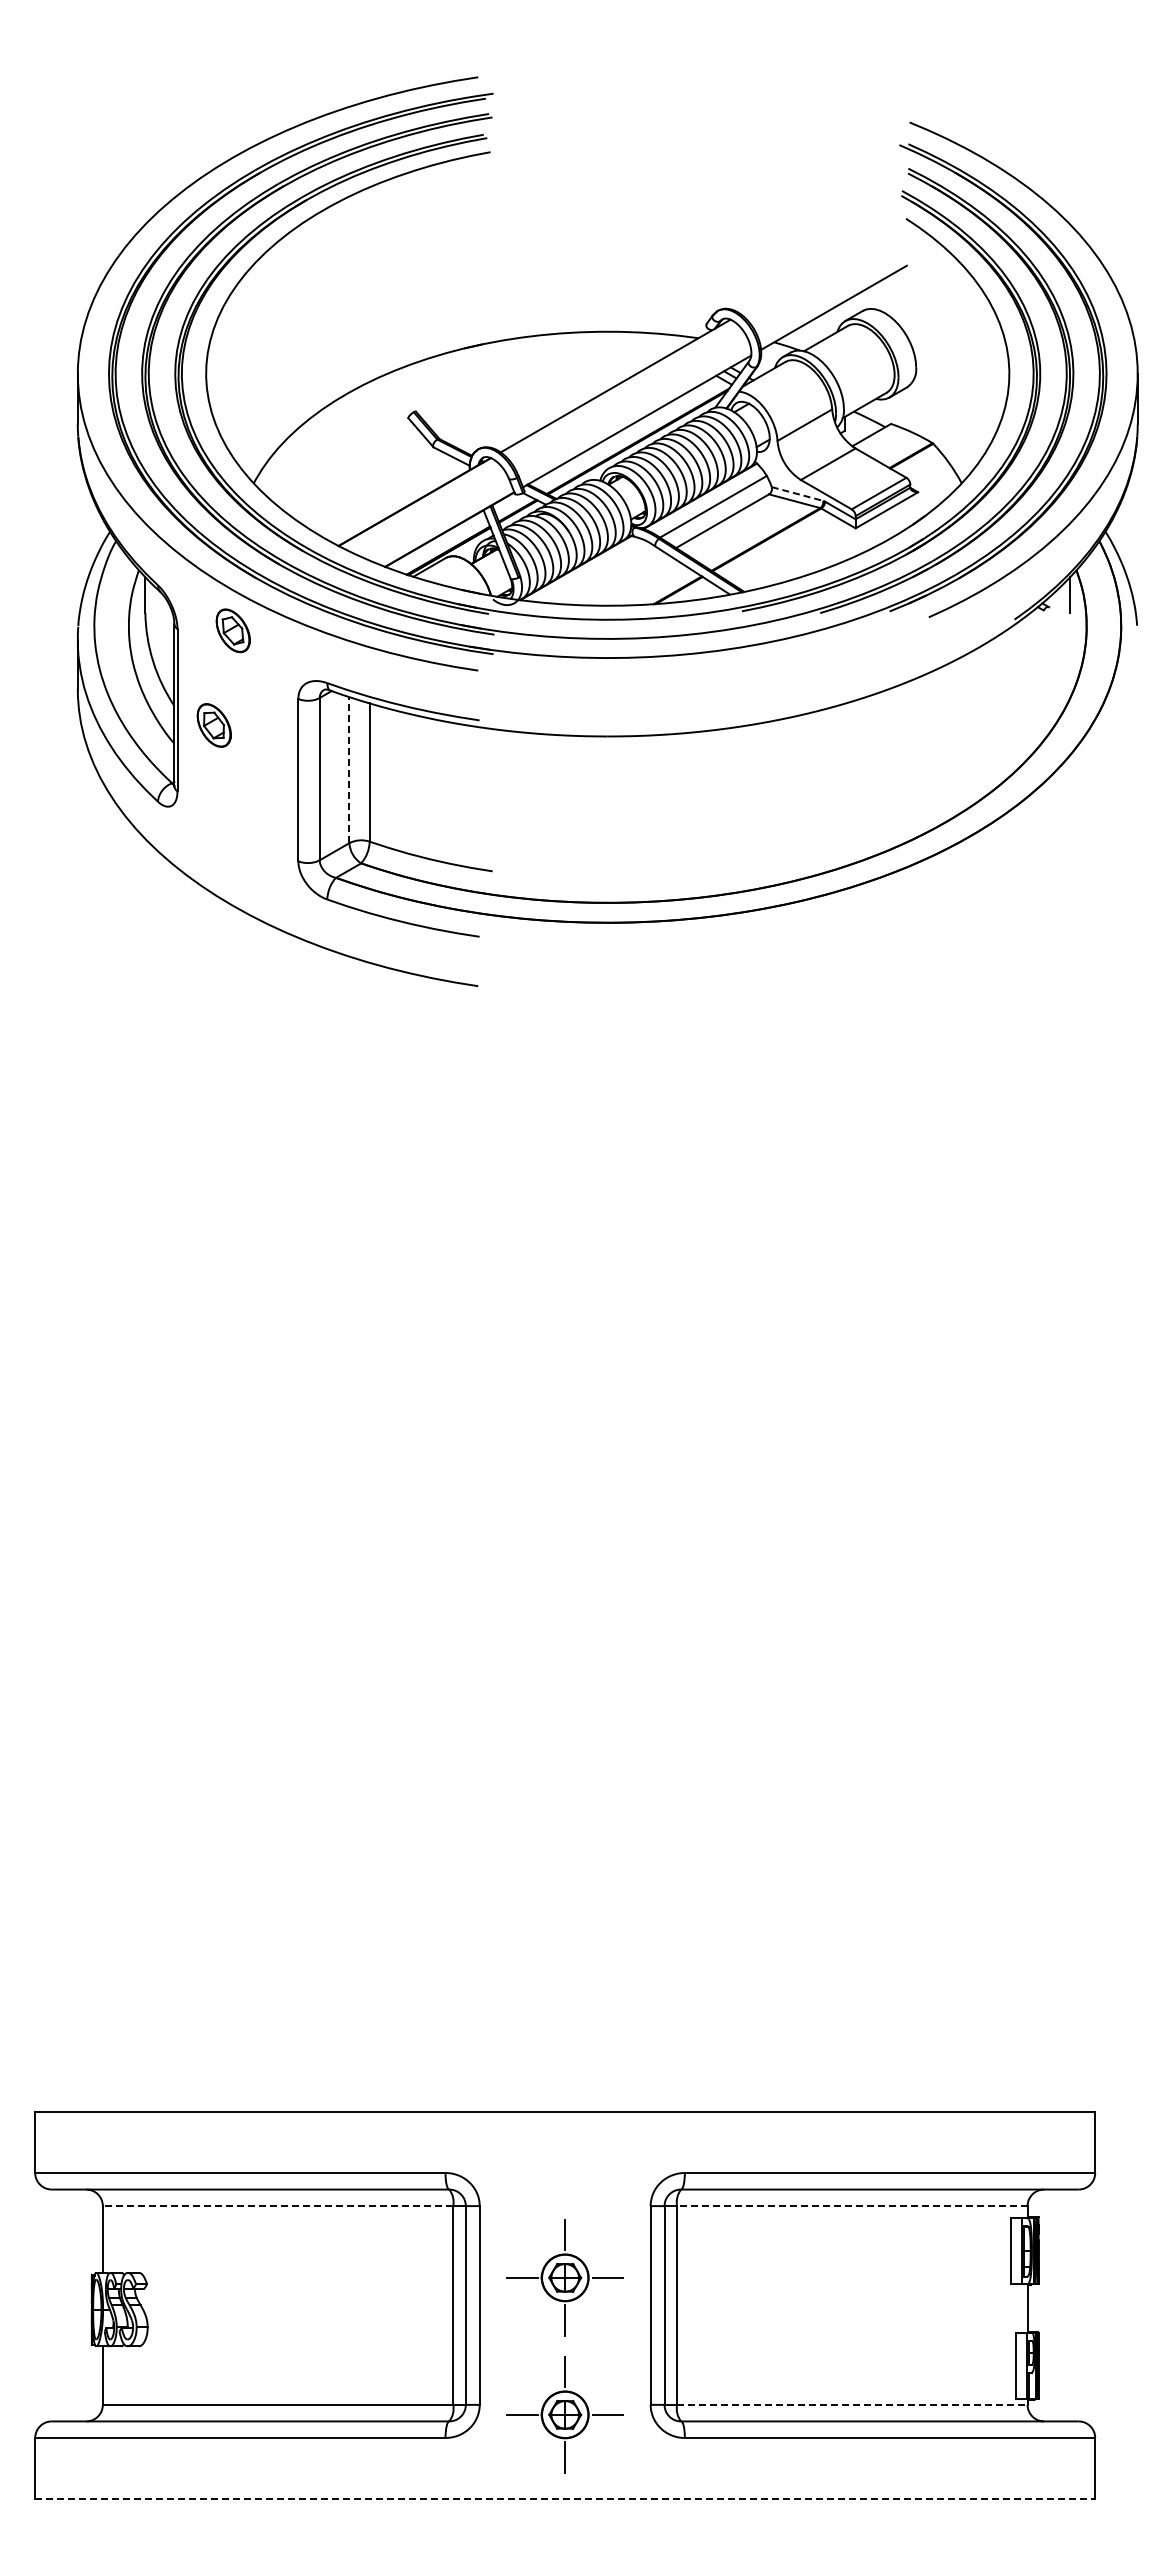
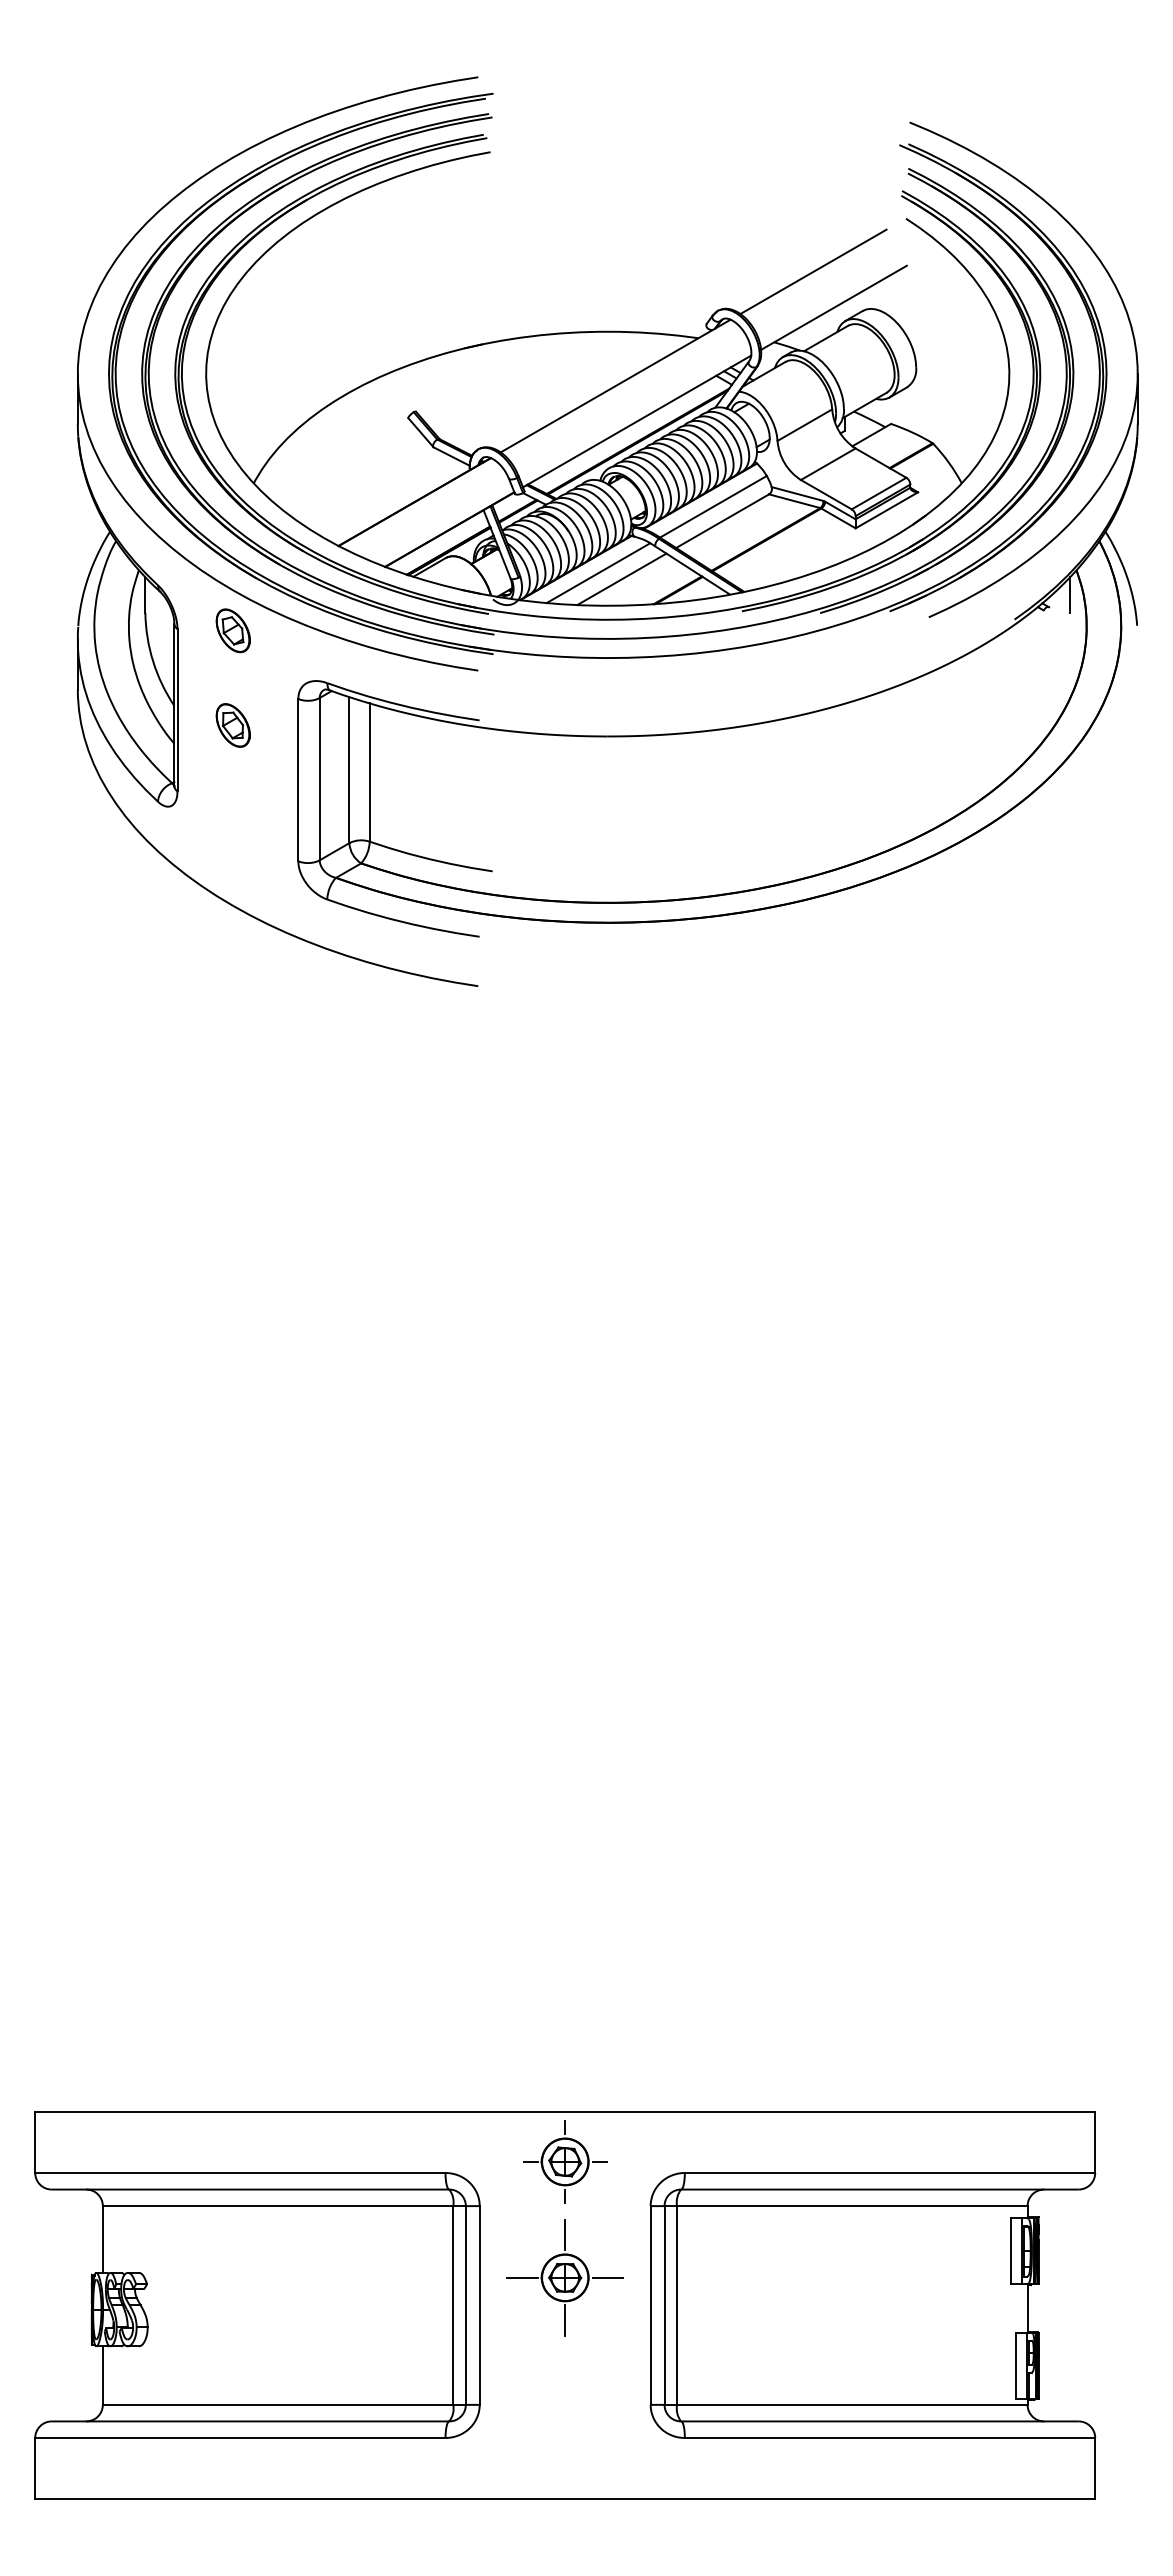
line at (813, 271): none -> present
line at (797, 494): dashed -> solid
line at (598, 573): none -> present
line at (621, 579): none -> present
part at (213, 725) position: (213, 725) -> (232, 725)
line at (349, 769): dashed -> solid
part at (565, 2161): none -> present
line at (277, 2206): dashed -> solid
line at (851, 2206): dashed -> solid
line at (852, 2404): dashed -> solid
part at (564, 2414): present -> none
line at (565, 2498): dashed -> solid
